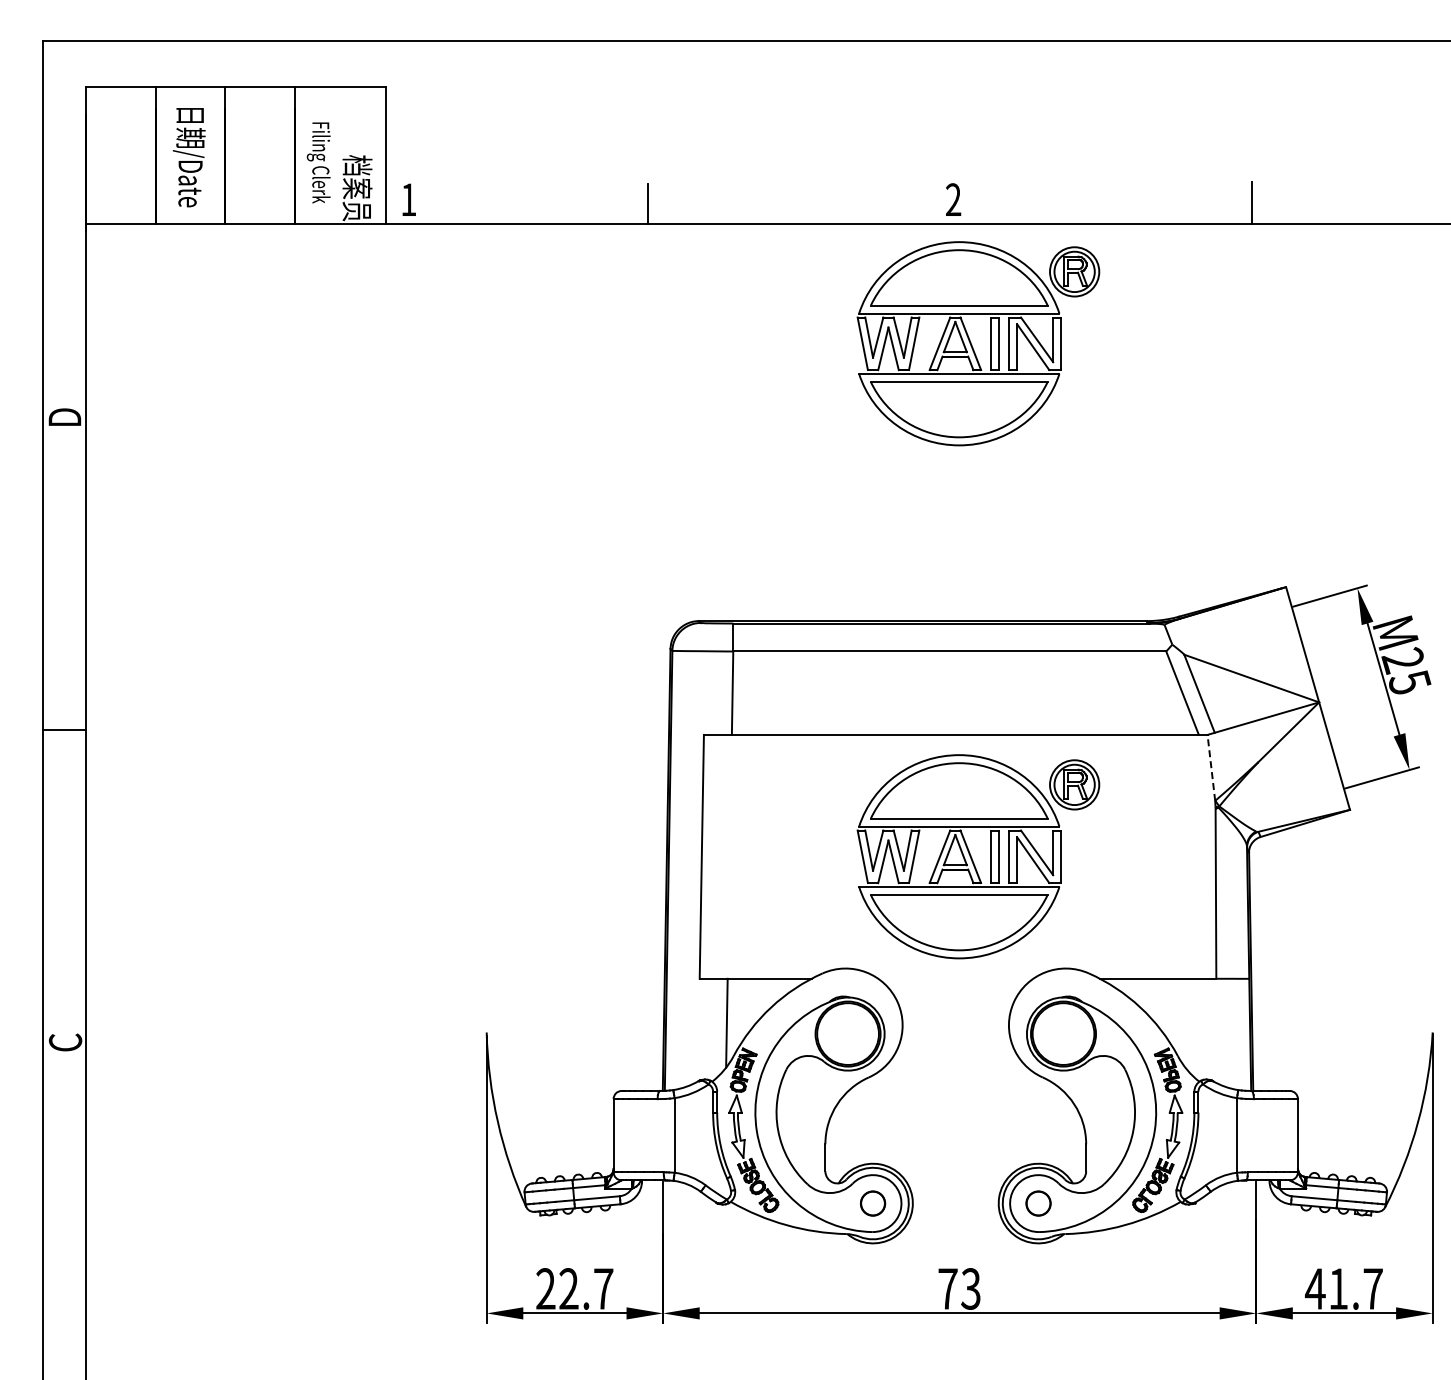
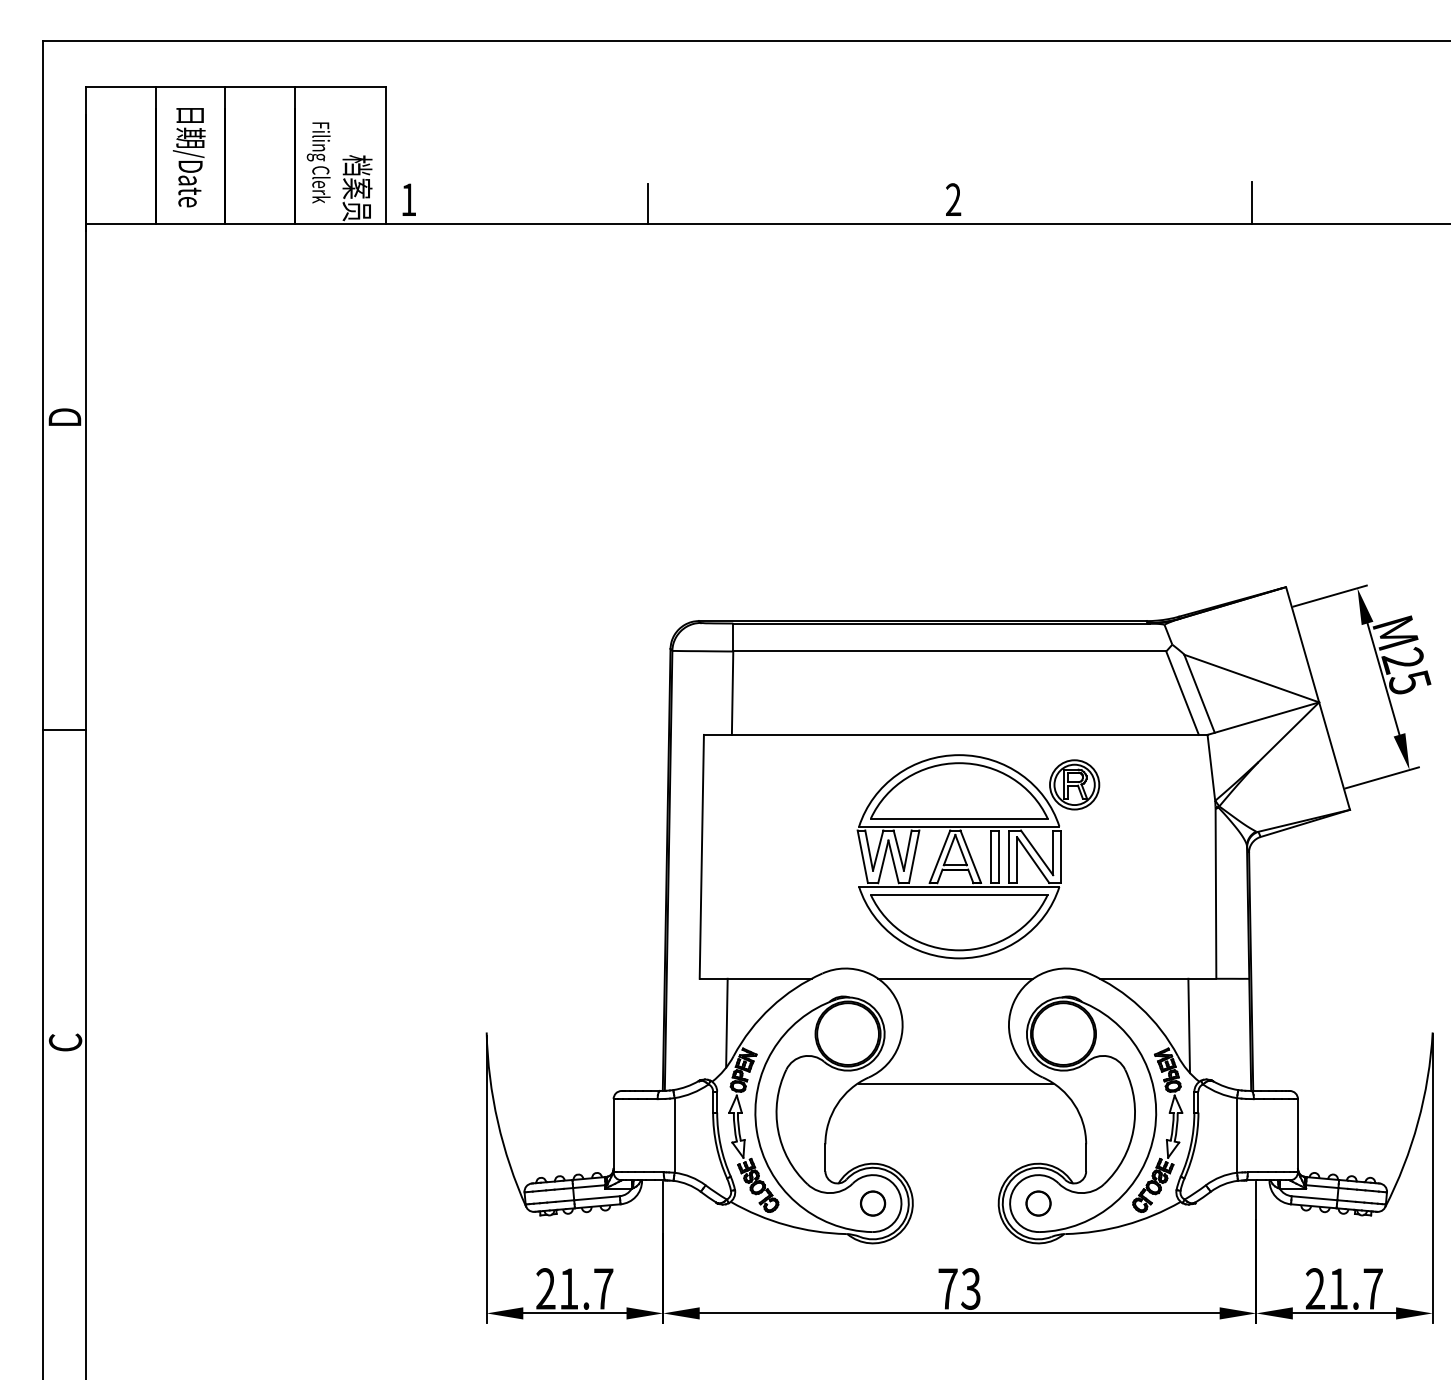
part at (972, 344): present -> none
line at (1211, 767): dashed -> solid
line at (955, 978): none -> present
line at (1189, 1025): none -> present
line at (955, 1084): none -> present
text at (568, 1288): 22.7 -> 21.7
text at (1314, 1288): 41.7 -> 21.7
